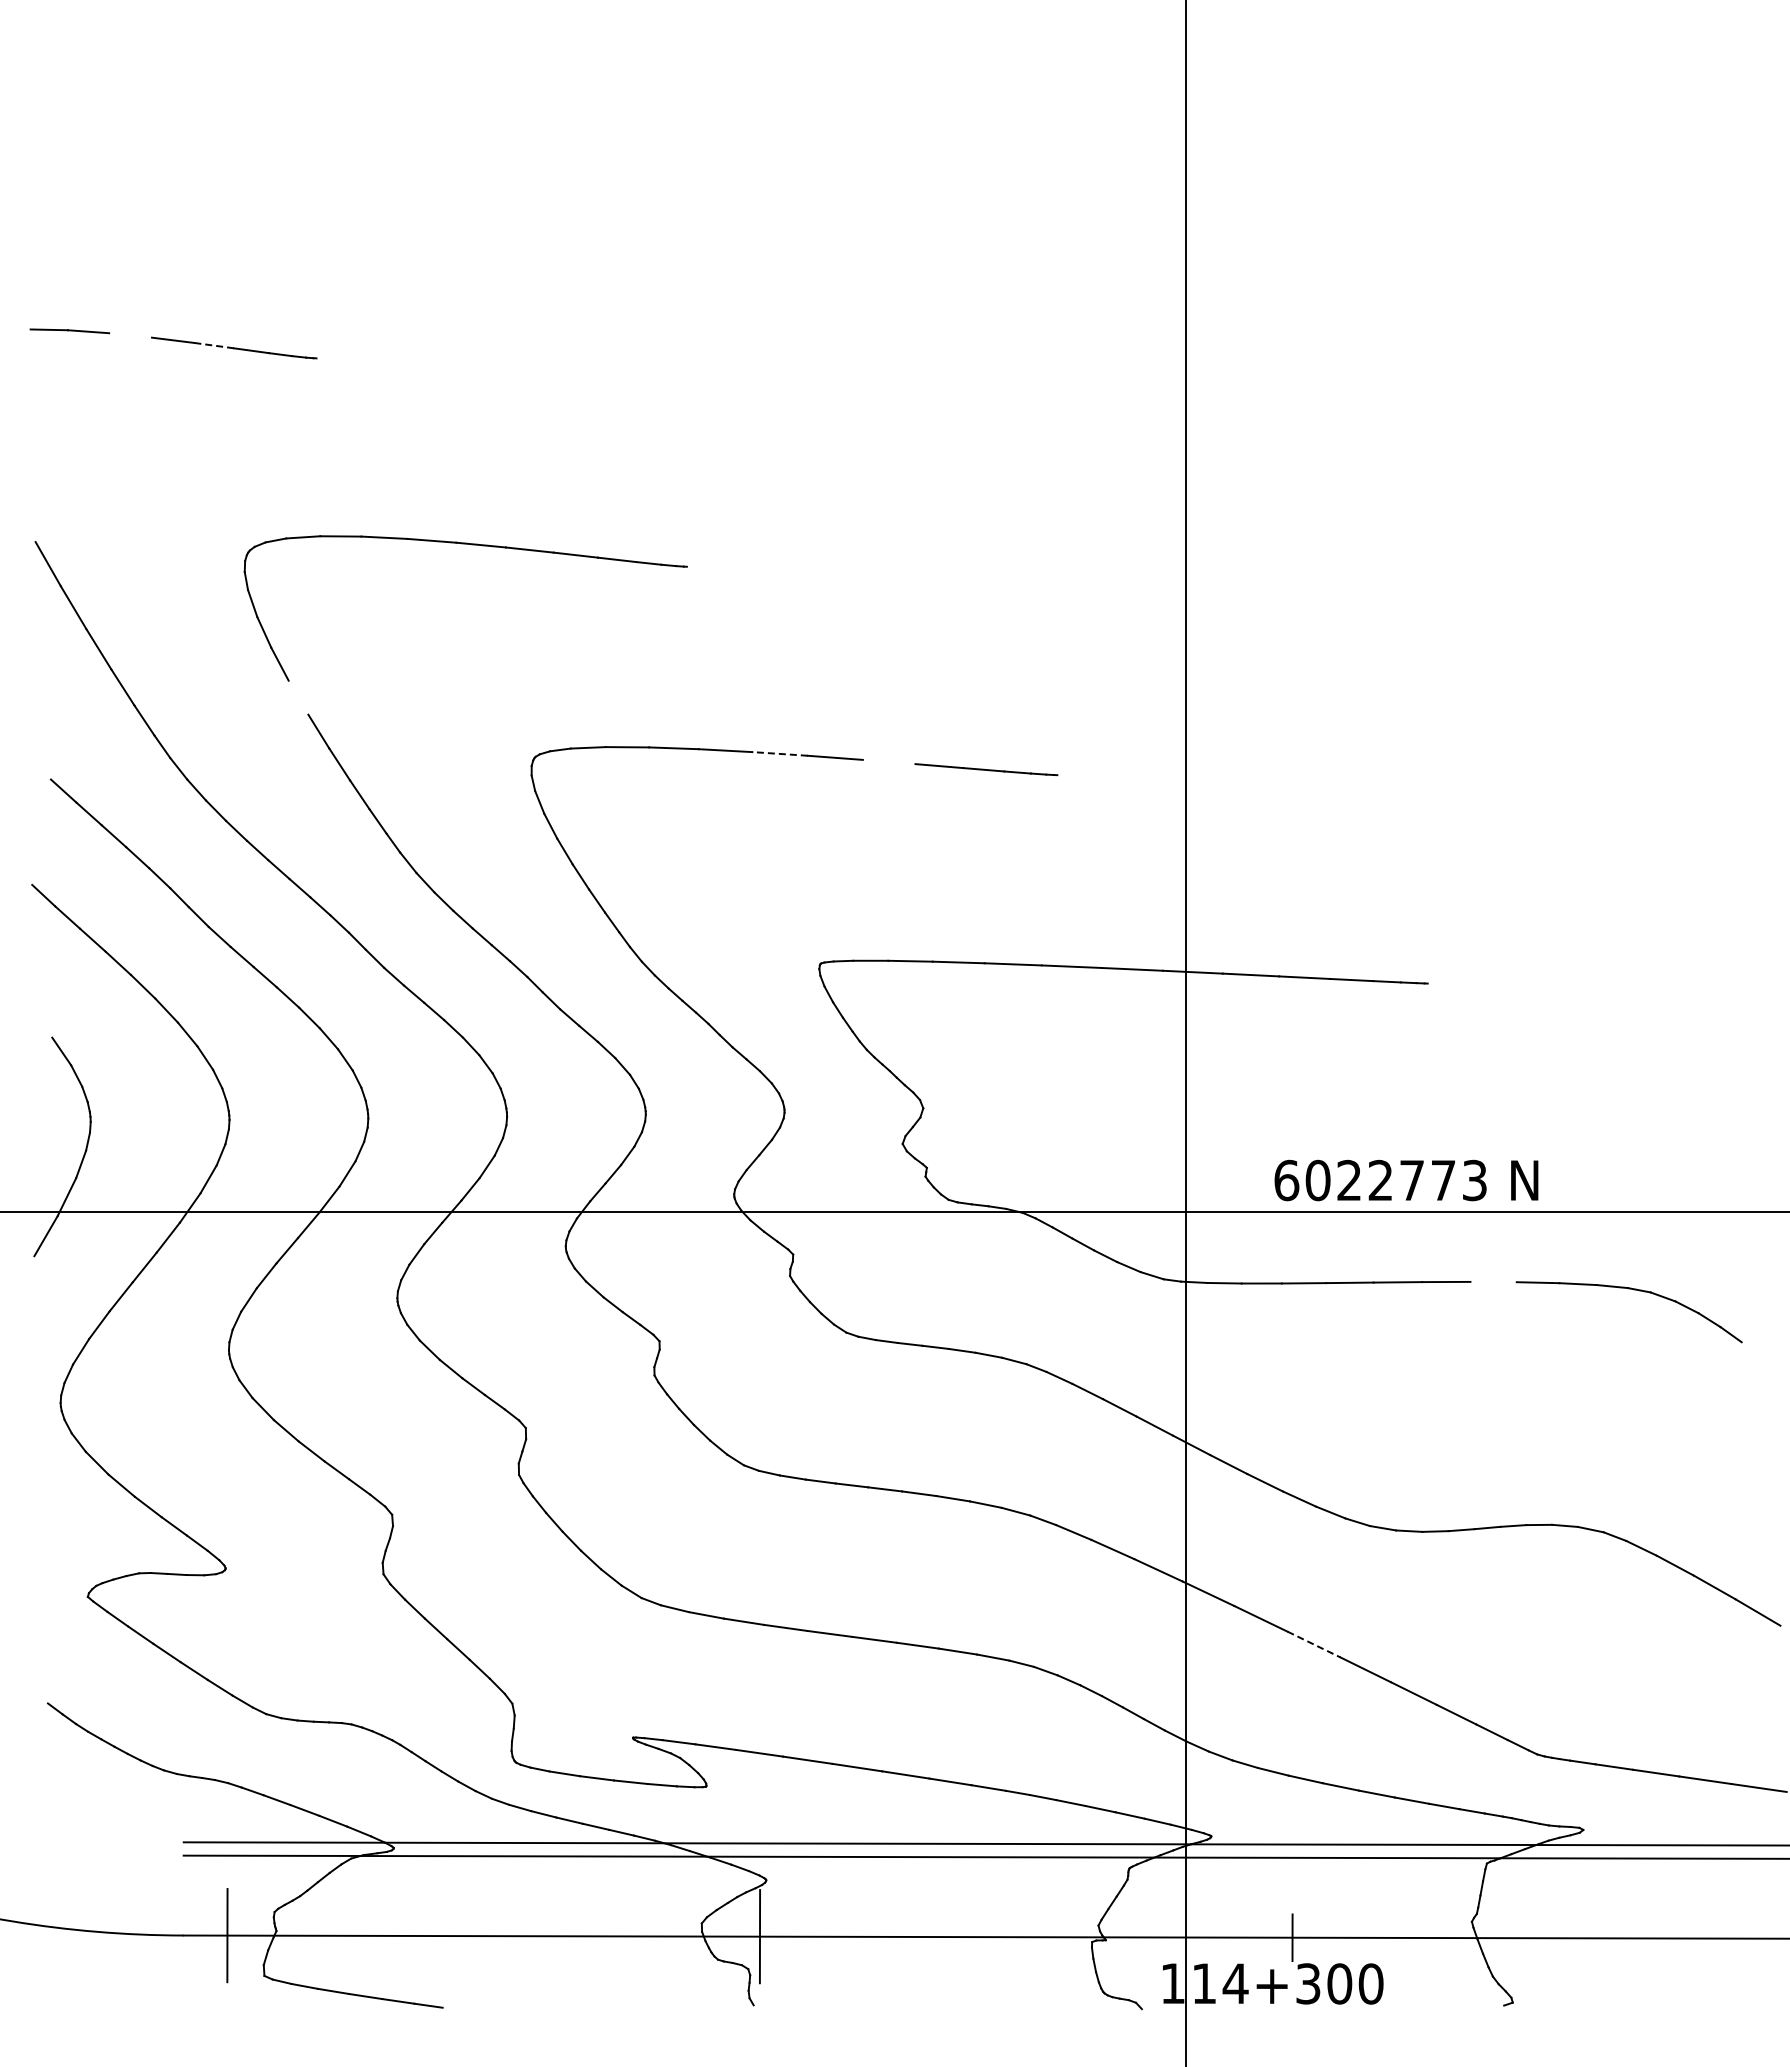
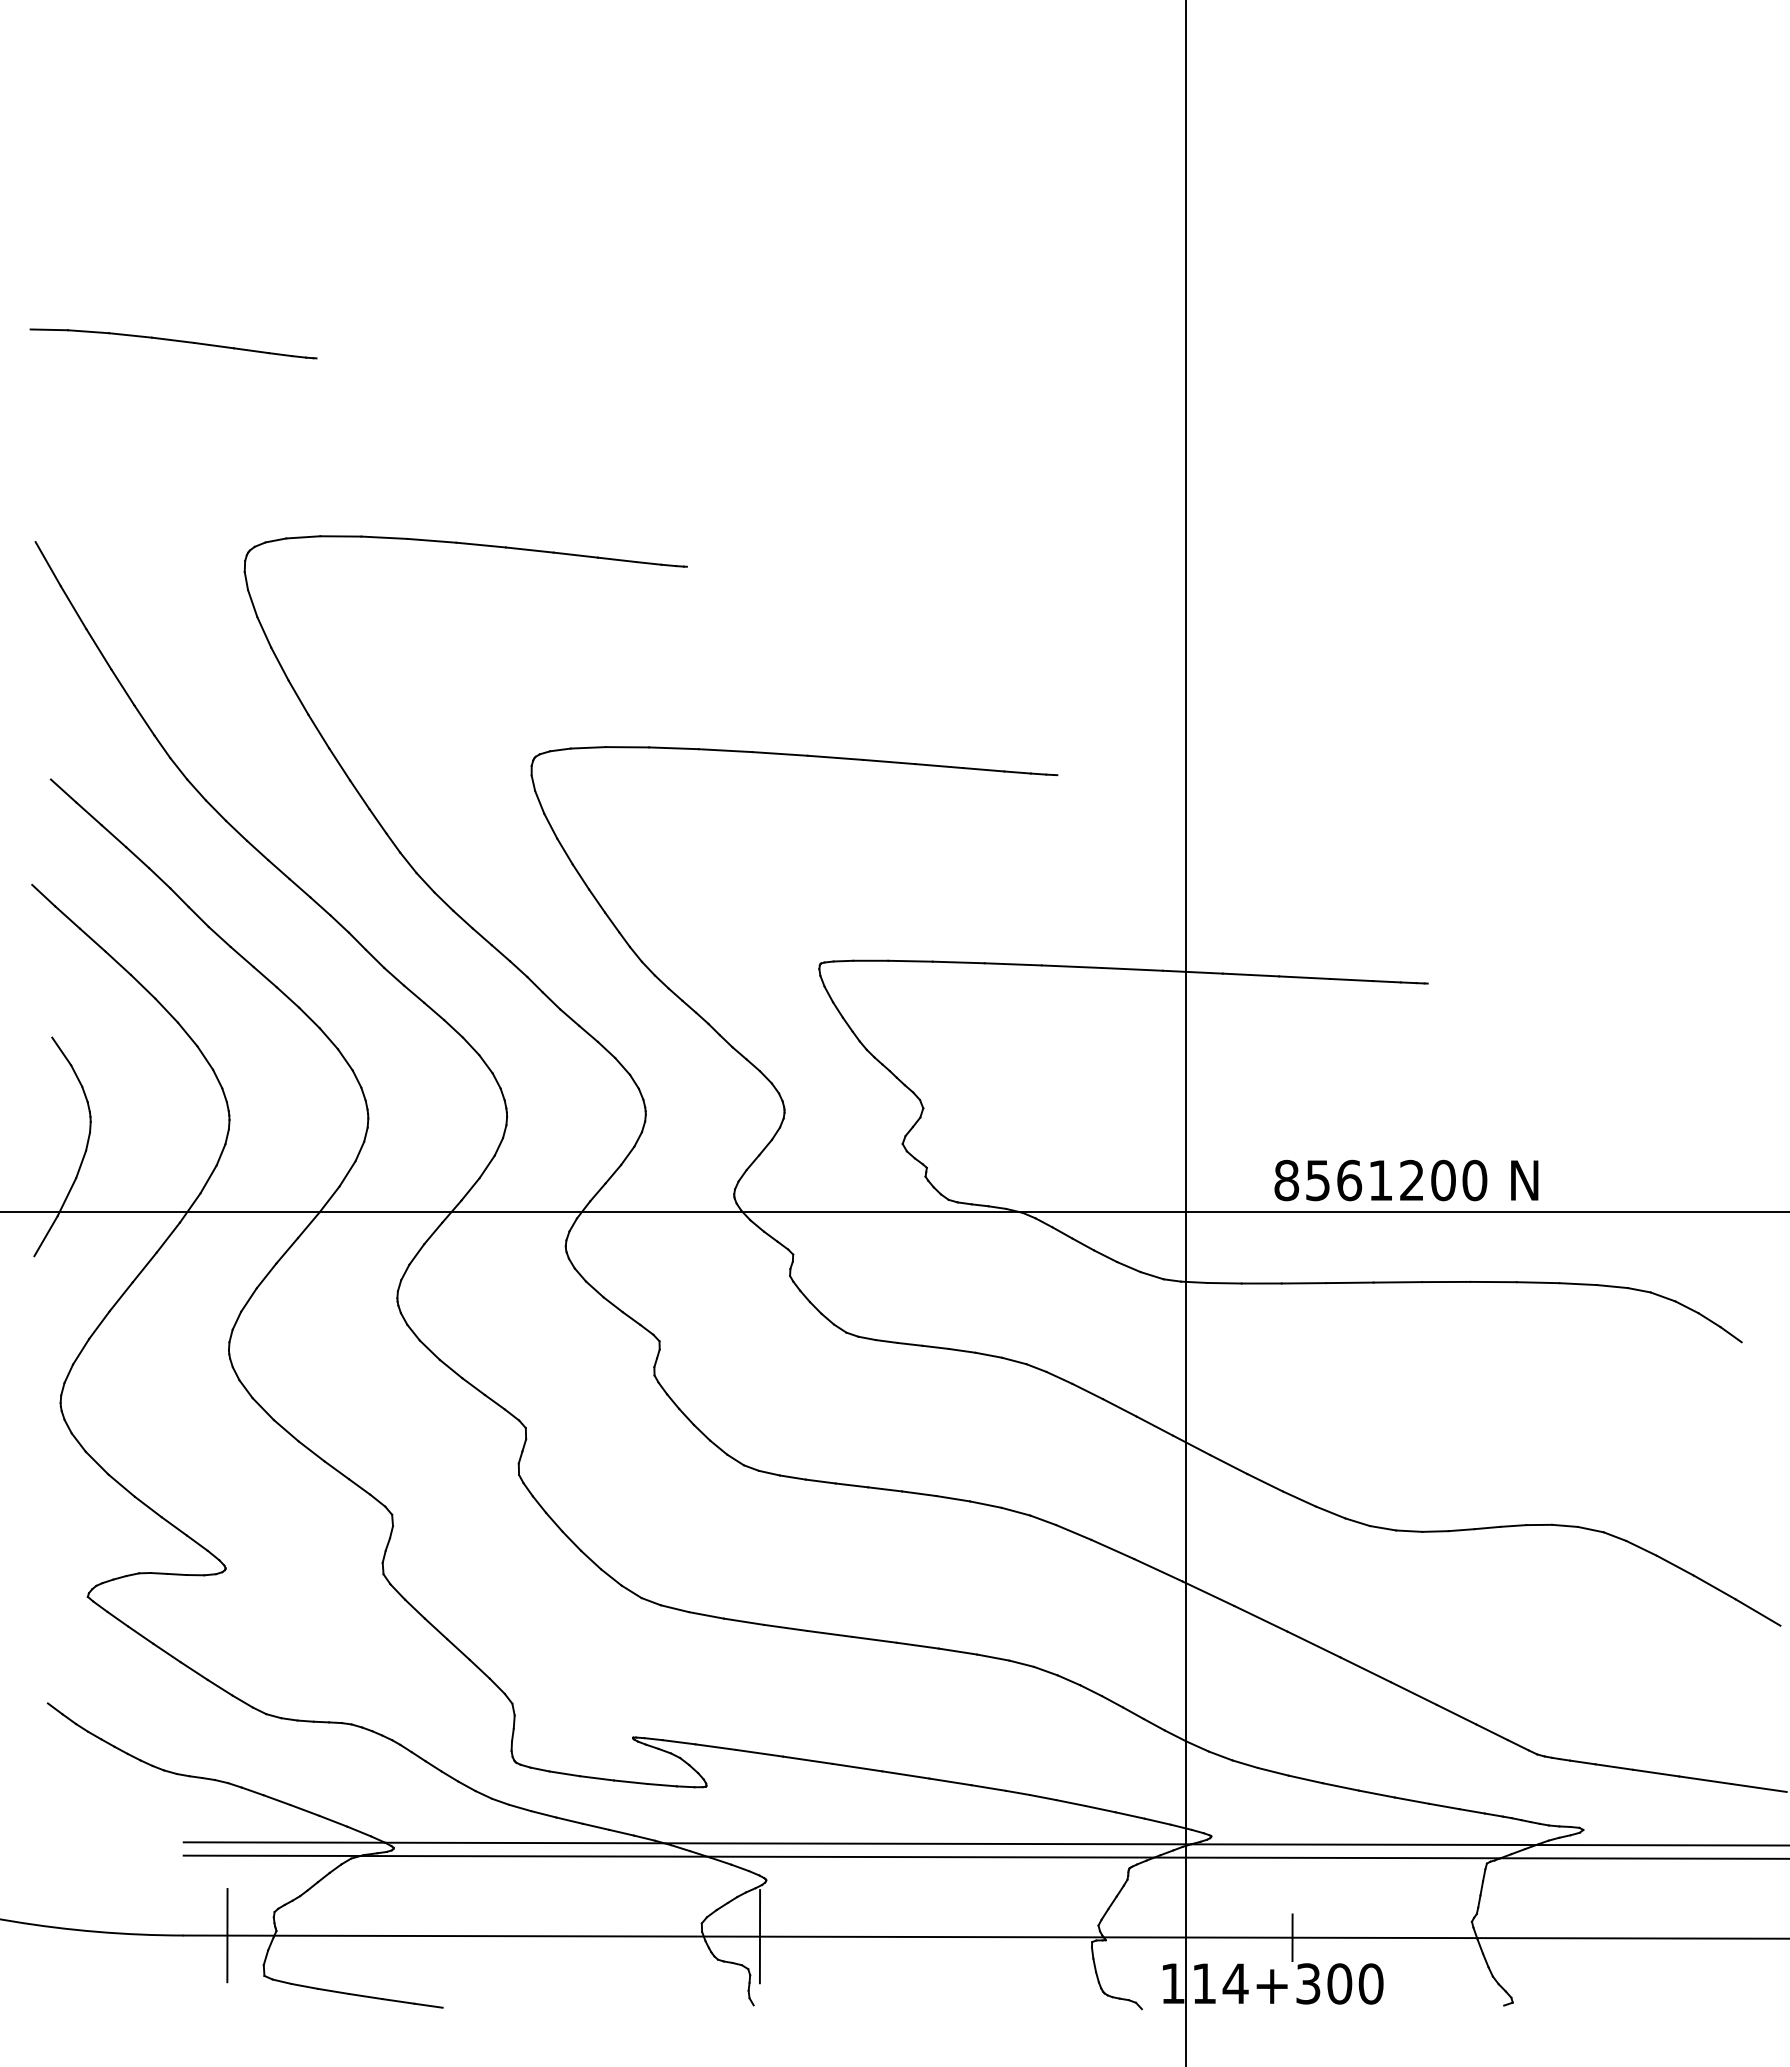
line at (130, 335): none -> present
line at (213, 345): dashed -> solid
line at (298, 697): none -> present
line at (780, 753): dashed -> solid
line at (888, 761): none -> present
text at (1380, 1180): 6022773 -> 8561200
line at (1493, 1281): none -> present
line at (1314, 1644): dashed -> solid
